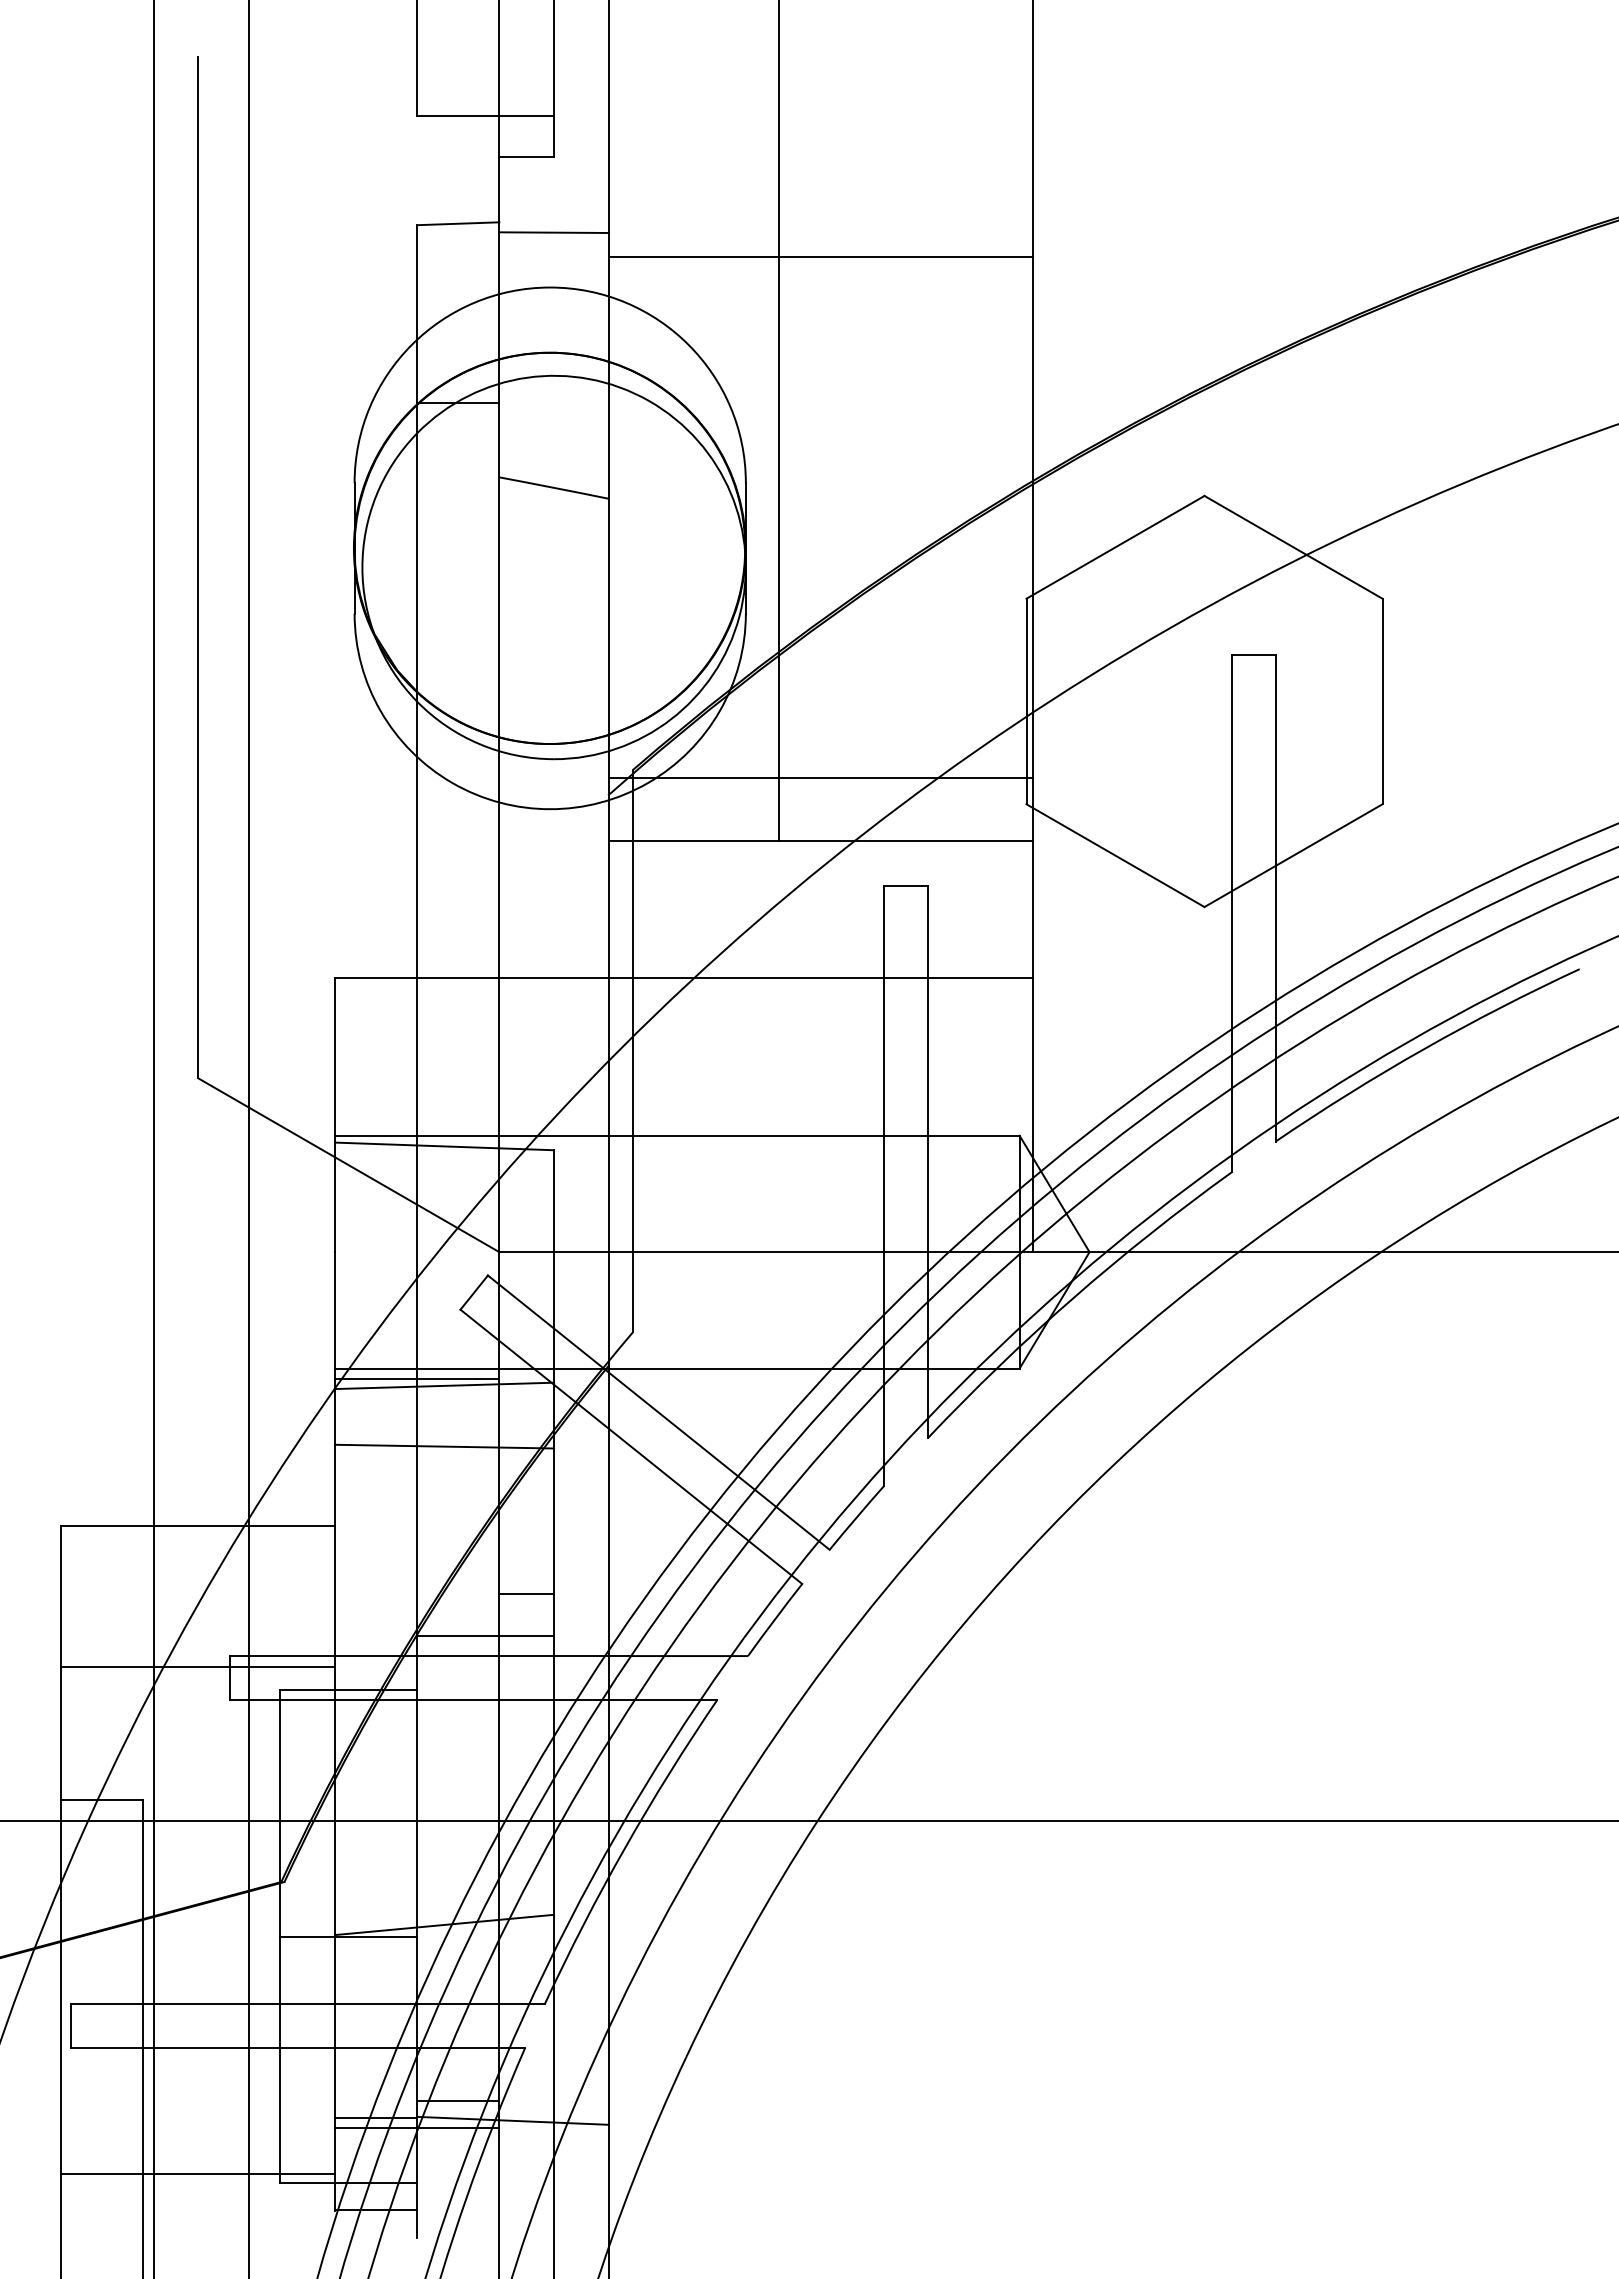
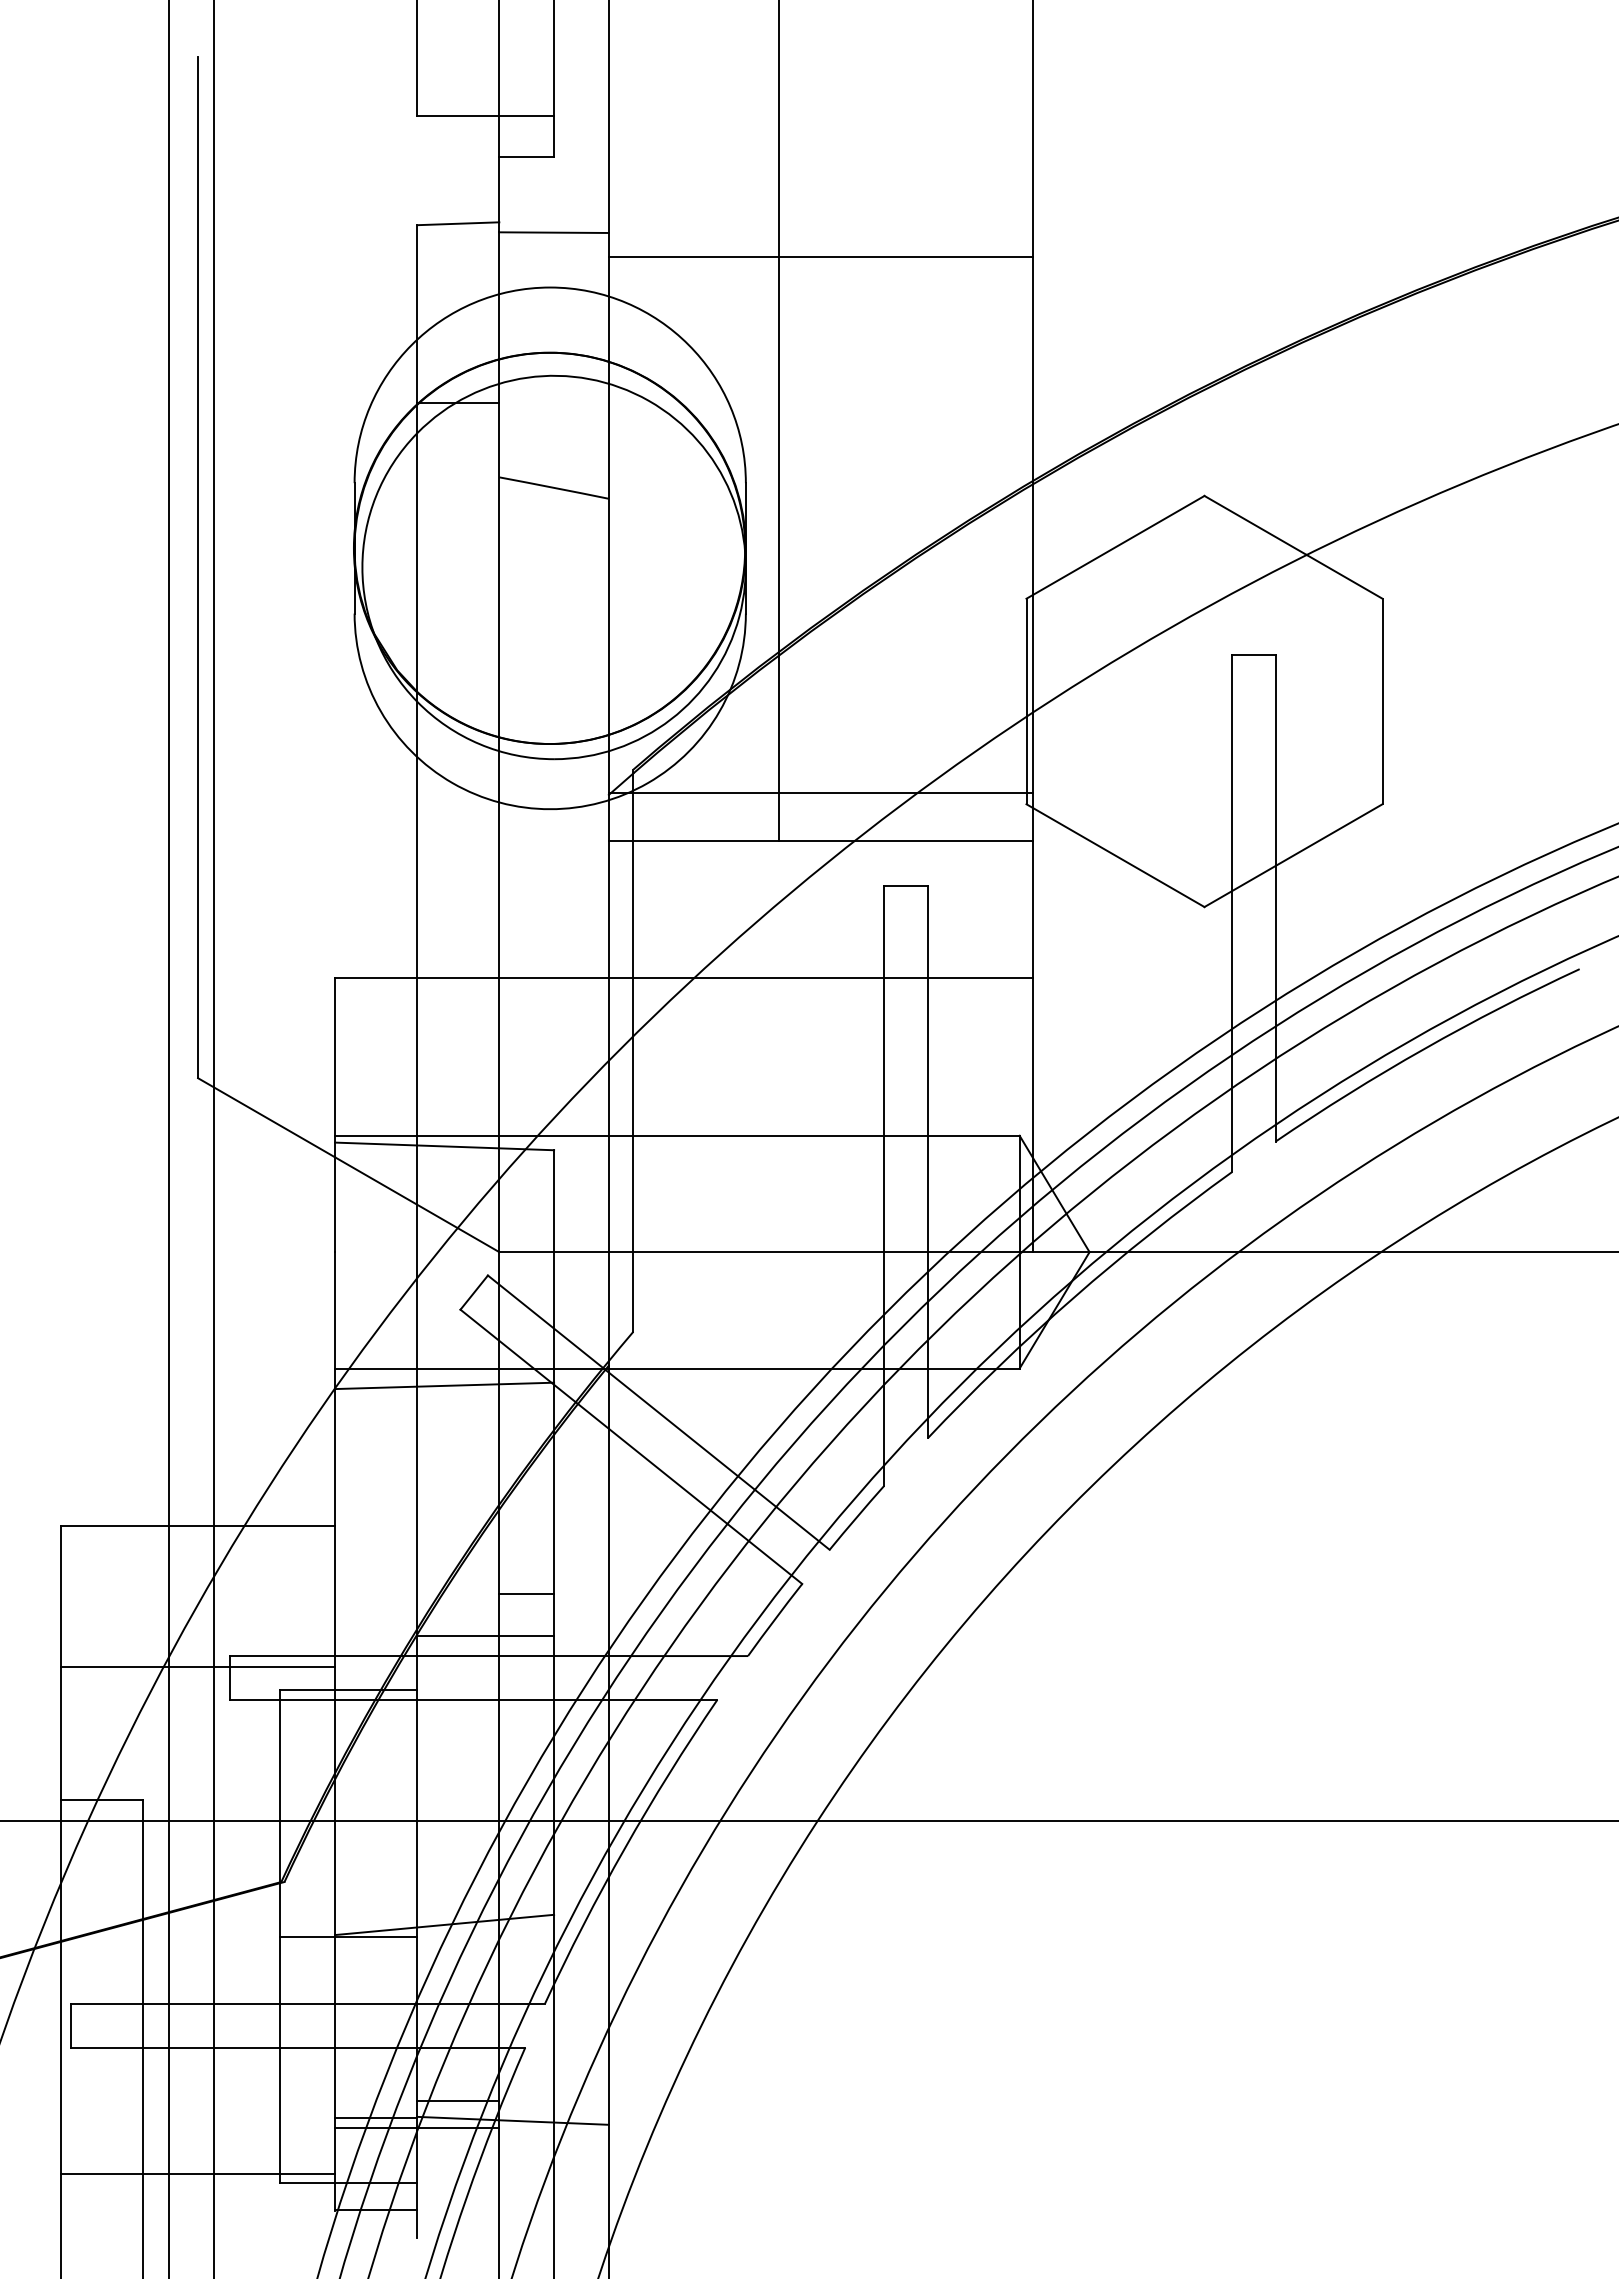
line at (820, 777) position: (820, 777) -> (820, 792)
line at (153, 1138) position: (153, 1138) -> (168, 1138)
line at (249, 1138) position: (249, 1138) -> (214, 1138)
line at (417, 1379): present -> none
line at (444, 1446): present -> none
